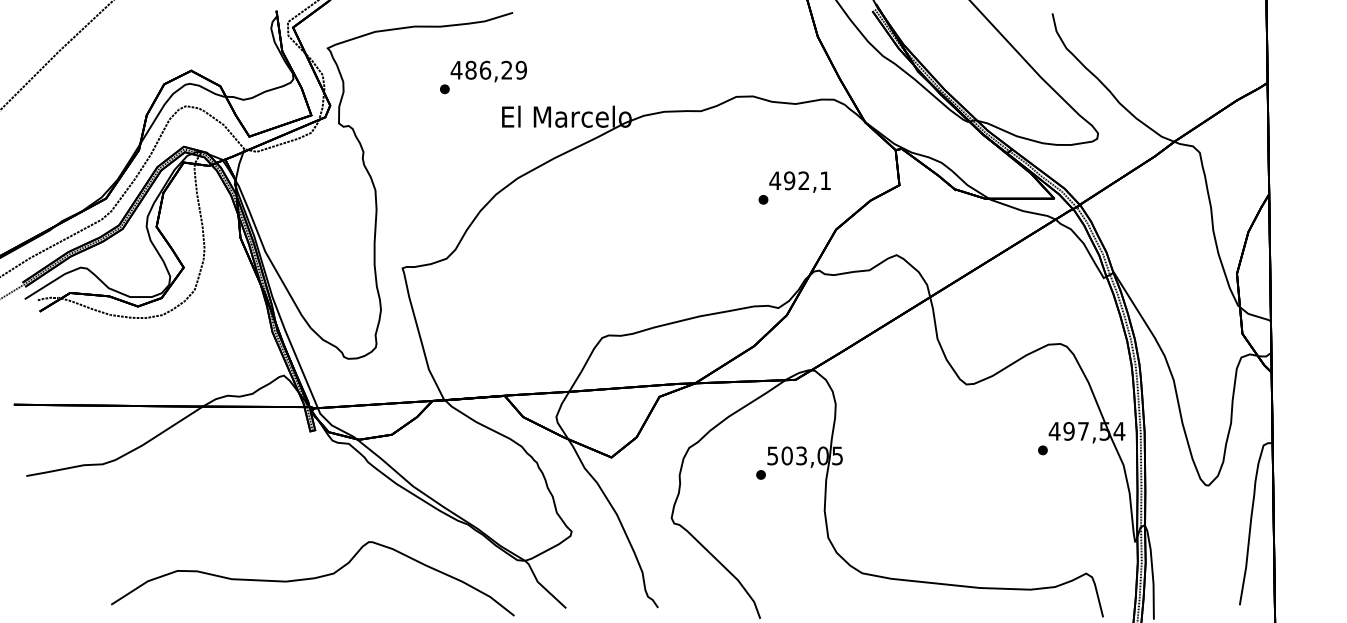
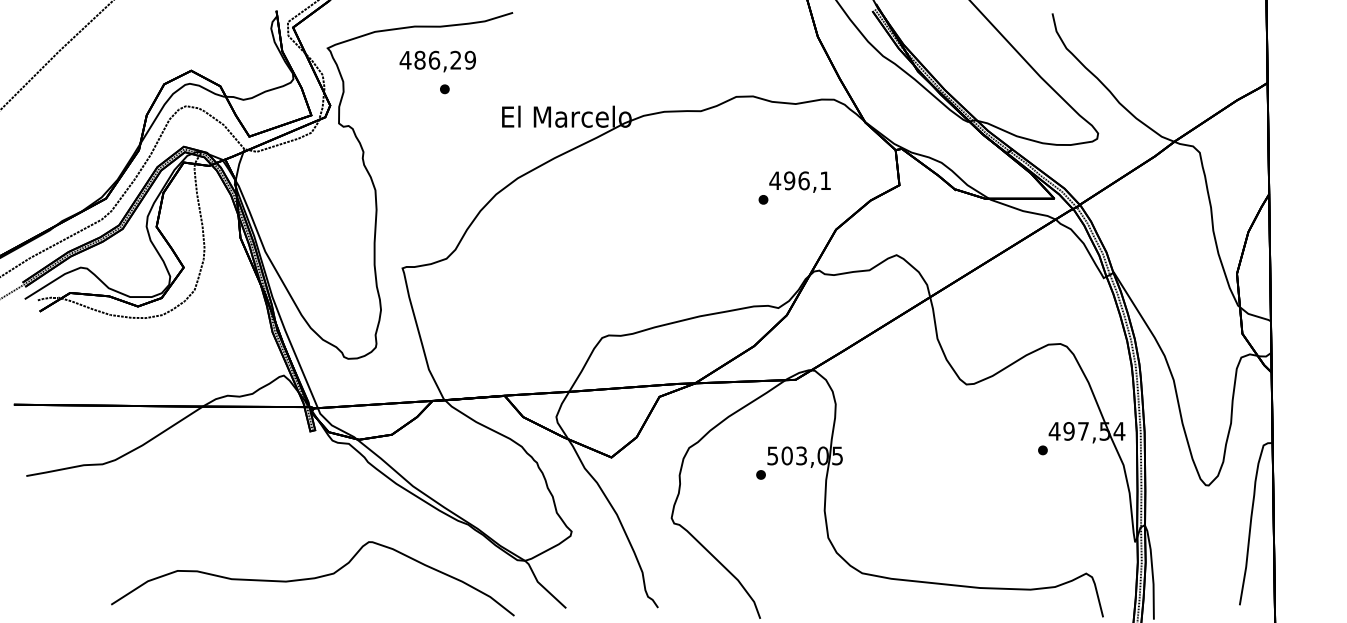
text at (488, 71) position: (488, 71) -> (437, 61)
text at (803, 180): 492,1 -> 496,1
